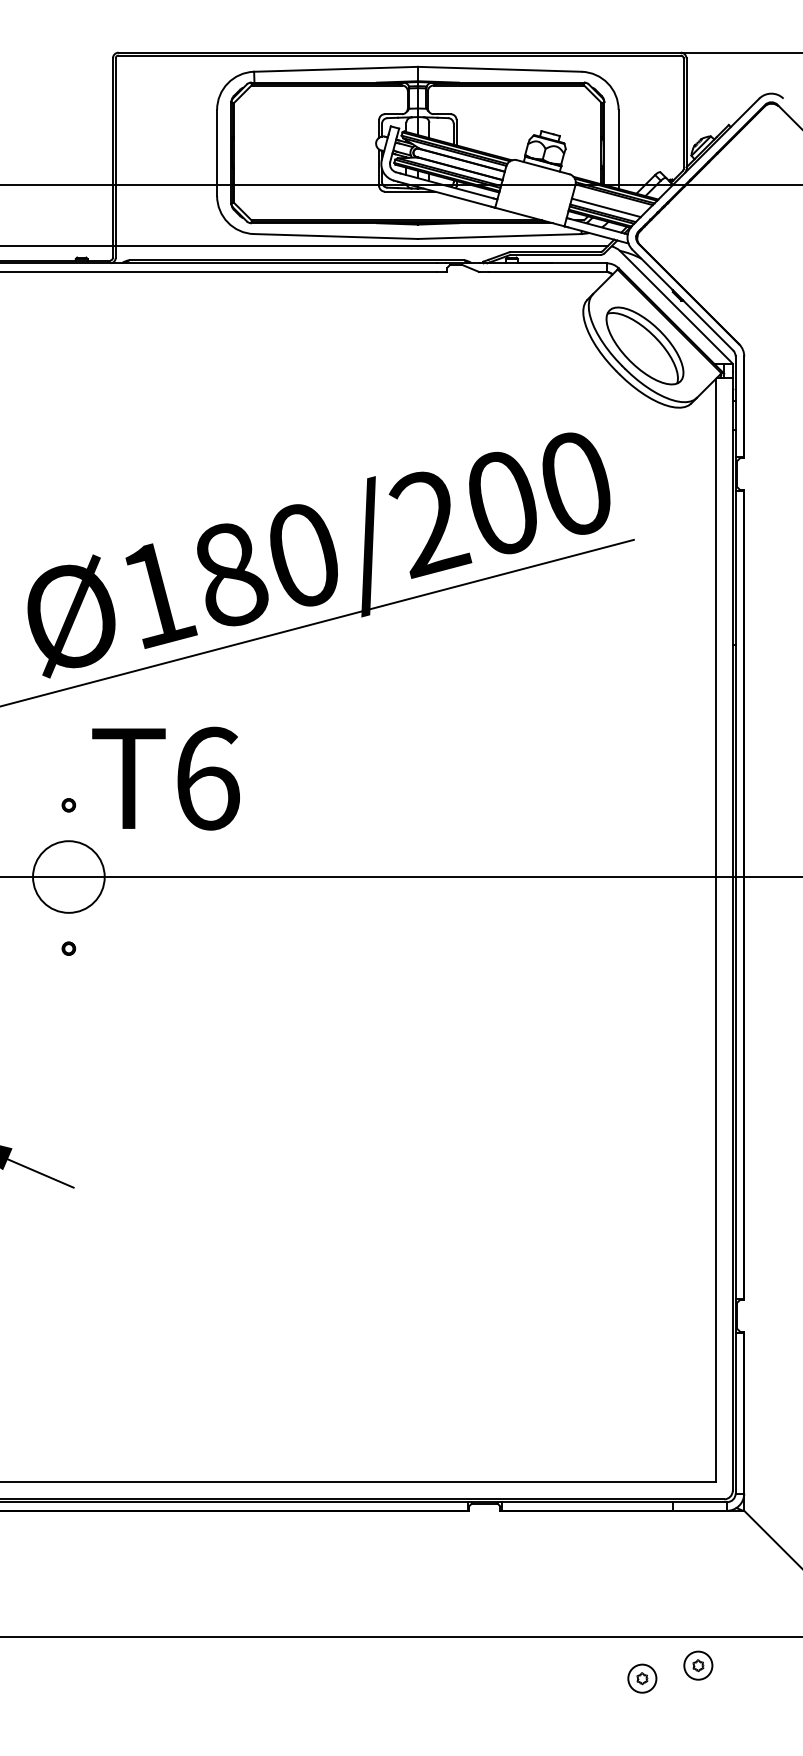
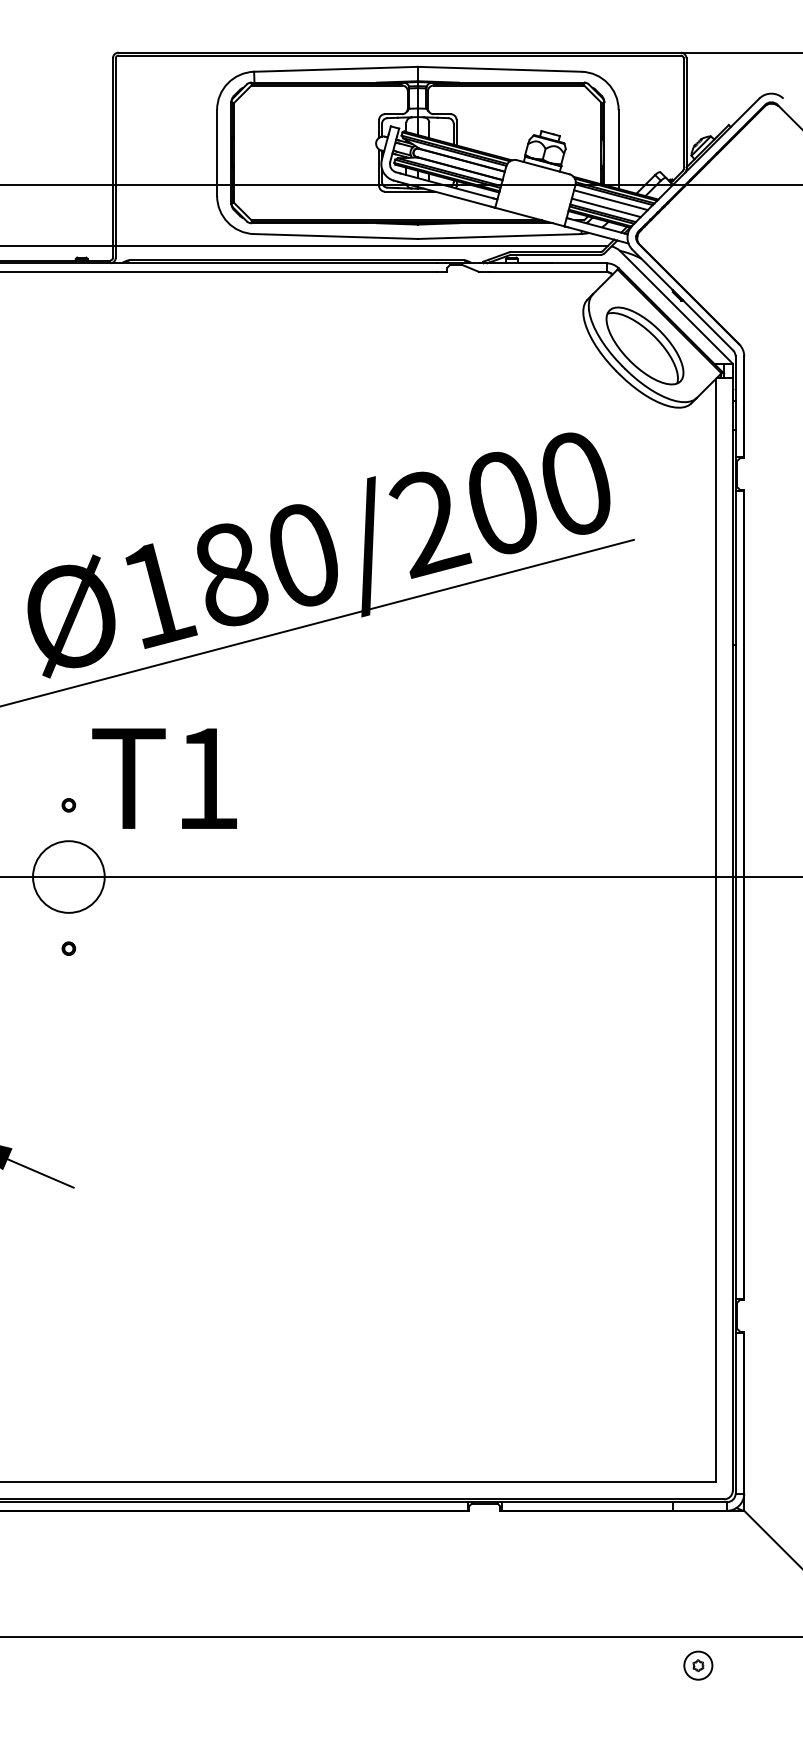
line at (610, 200): none -> present
text at (208, 778): T6 -> T1
part at (642, 1678): present -> none
